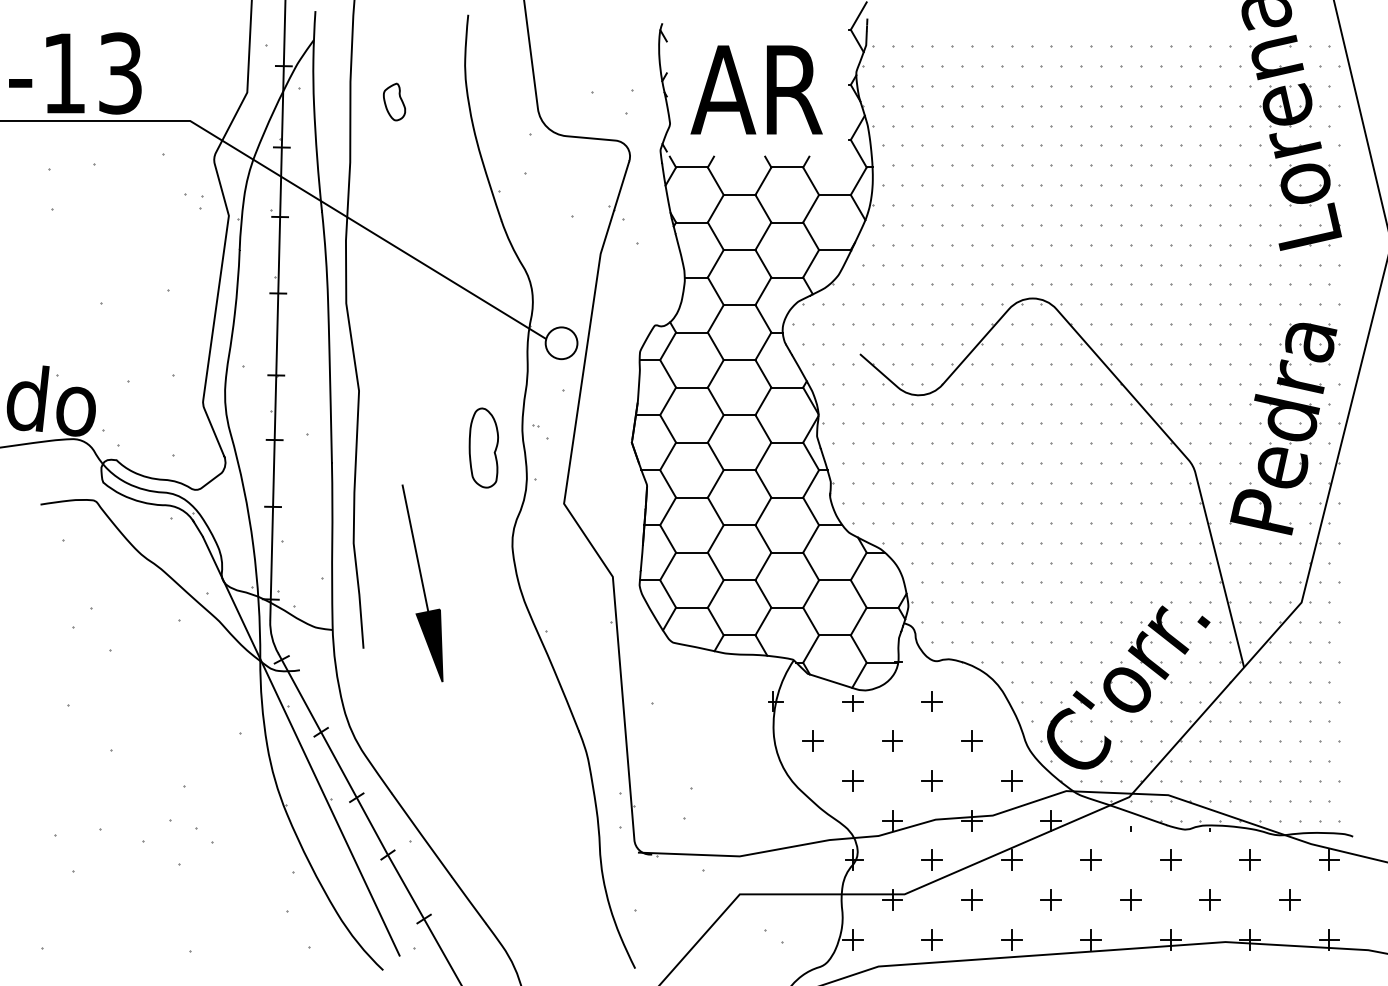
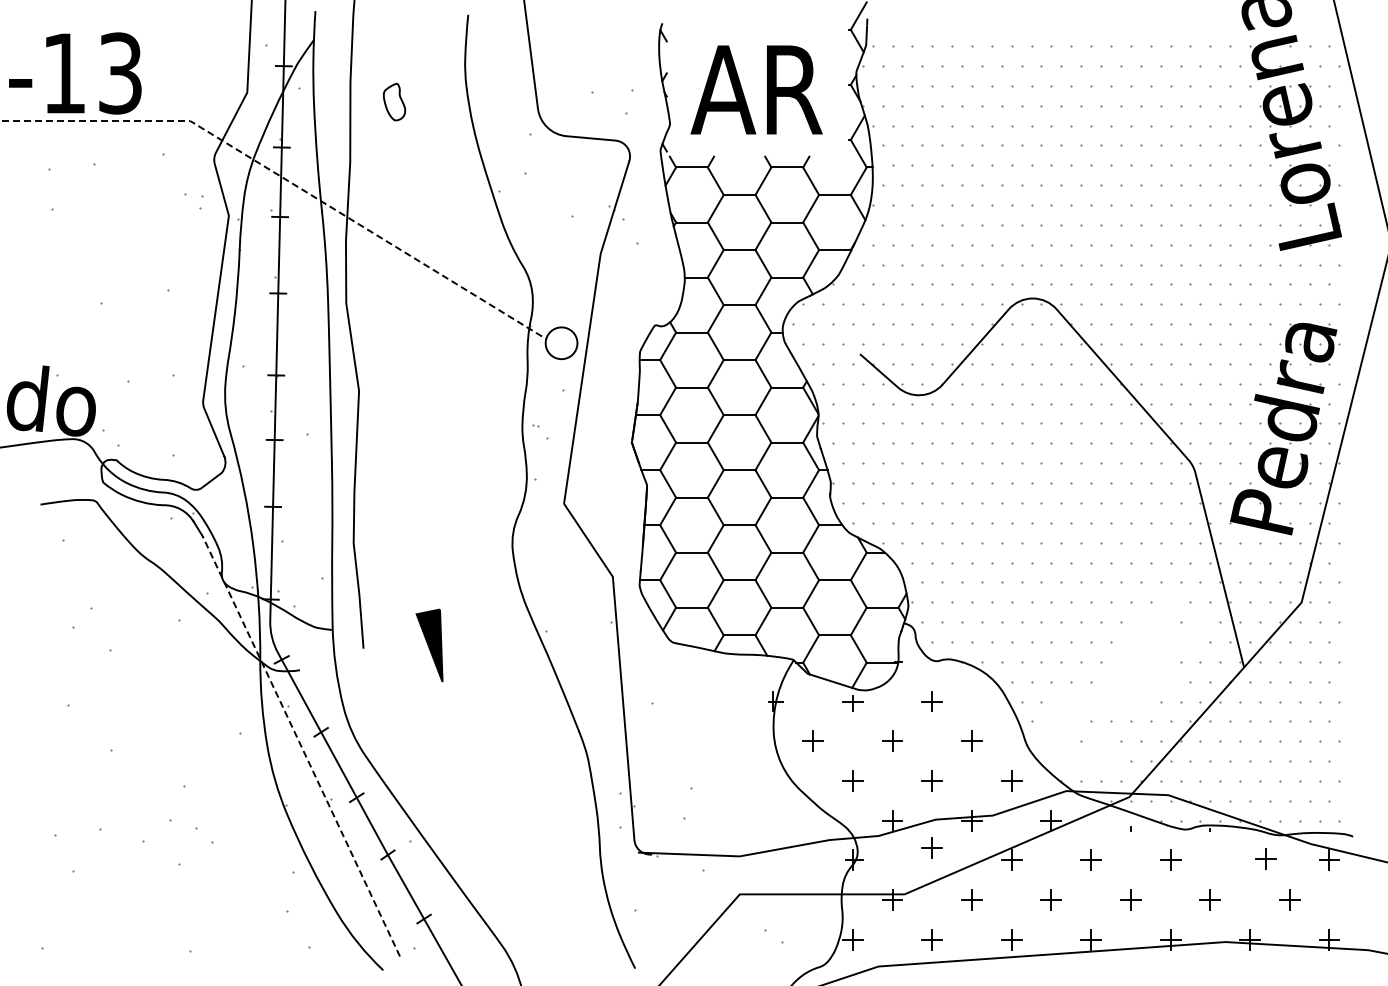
line at (287, 180): solid -> dashed
part at (483, 447): present -> none
line at (415, 548): present -> none
part at (1125, 685): present -> none
line at (301, 746): solid -> dashed
part at (931, 859) position: (931, 859) -> (931, 847)
part at (1249, 859) position: (1249, 859) -> (1265, 858)
